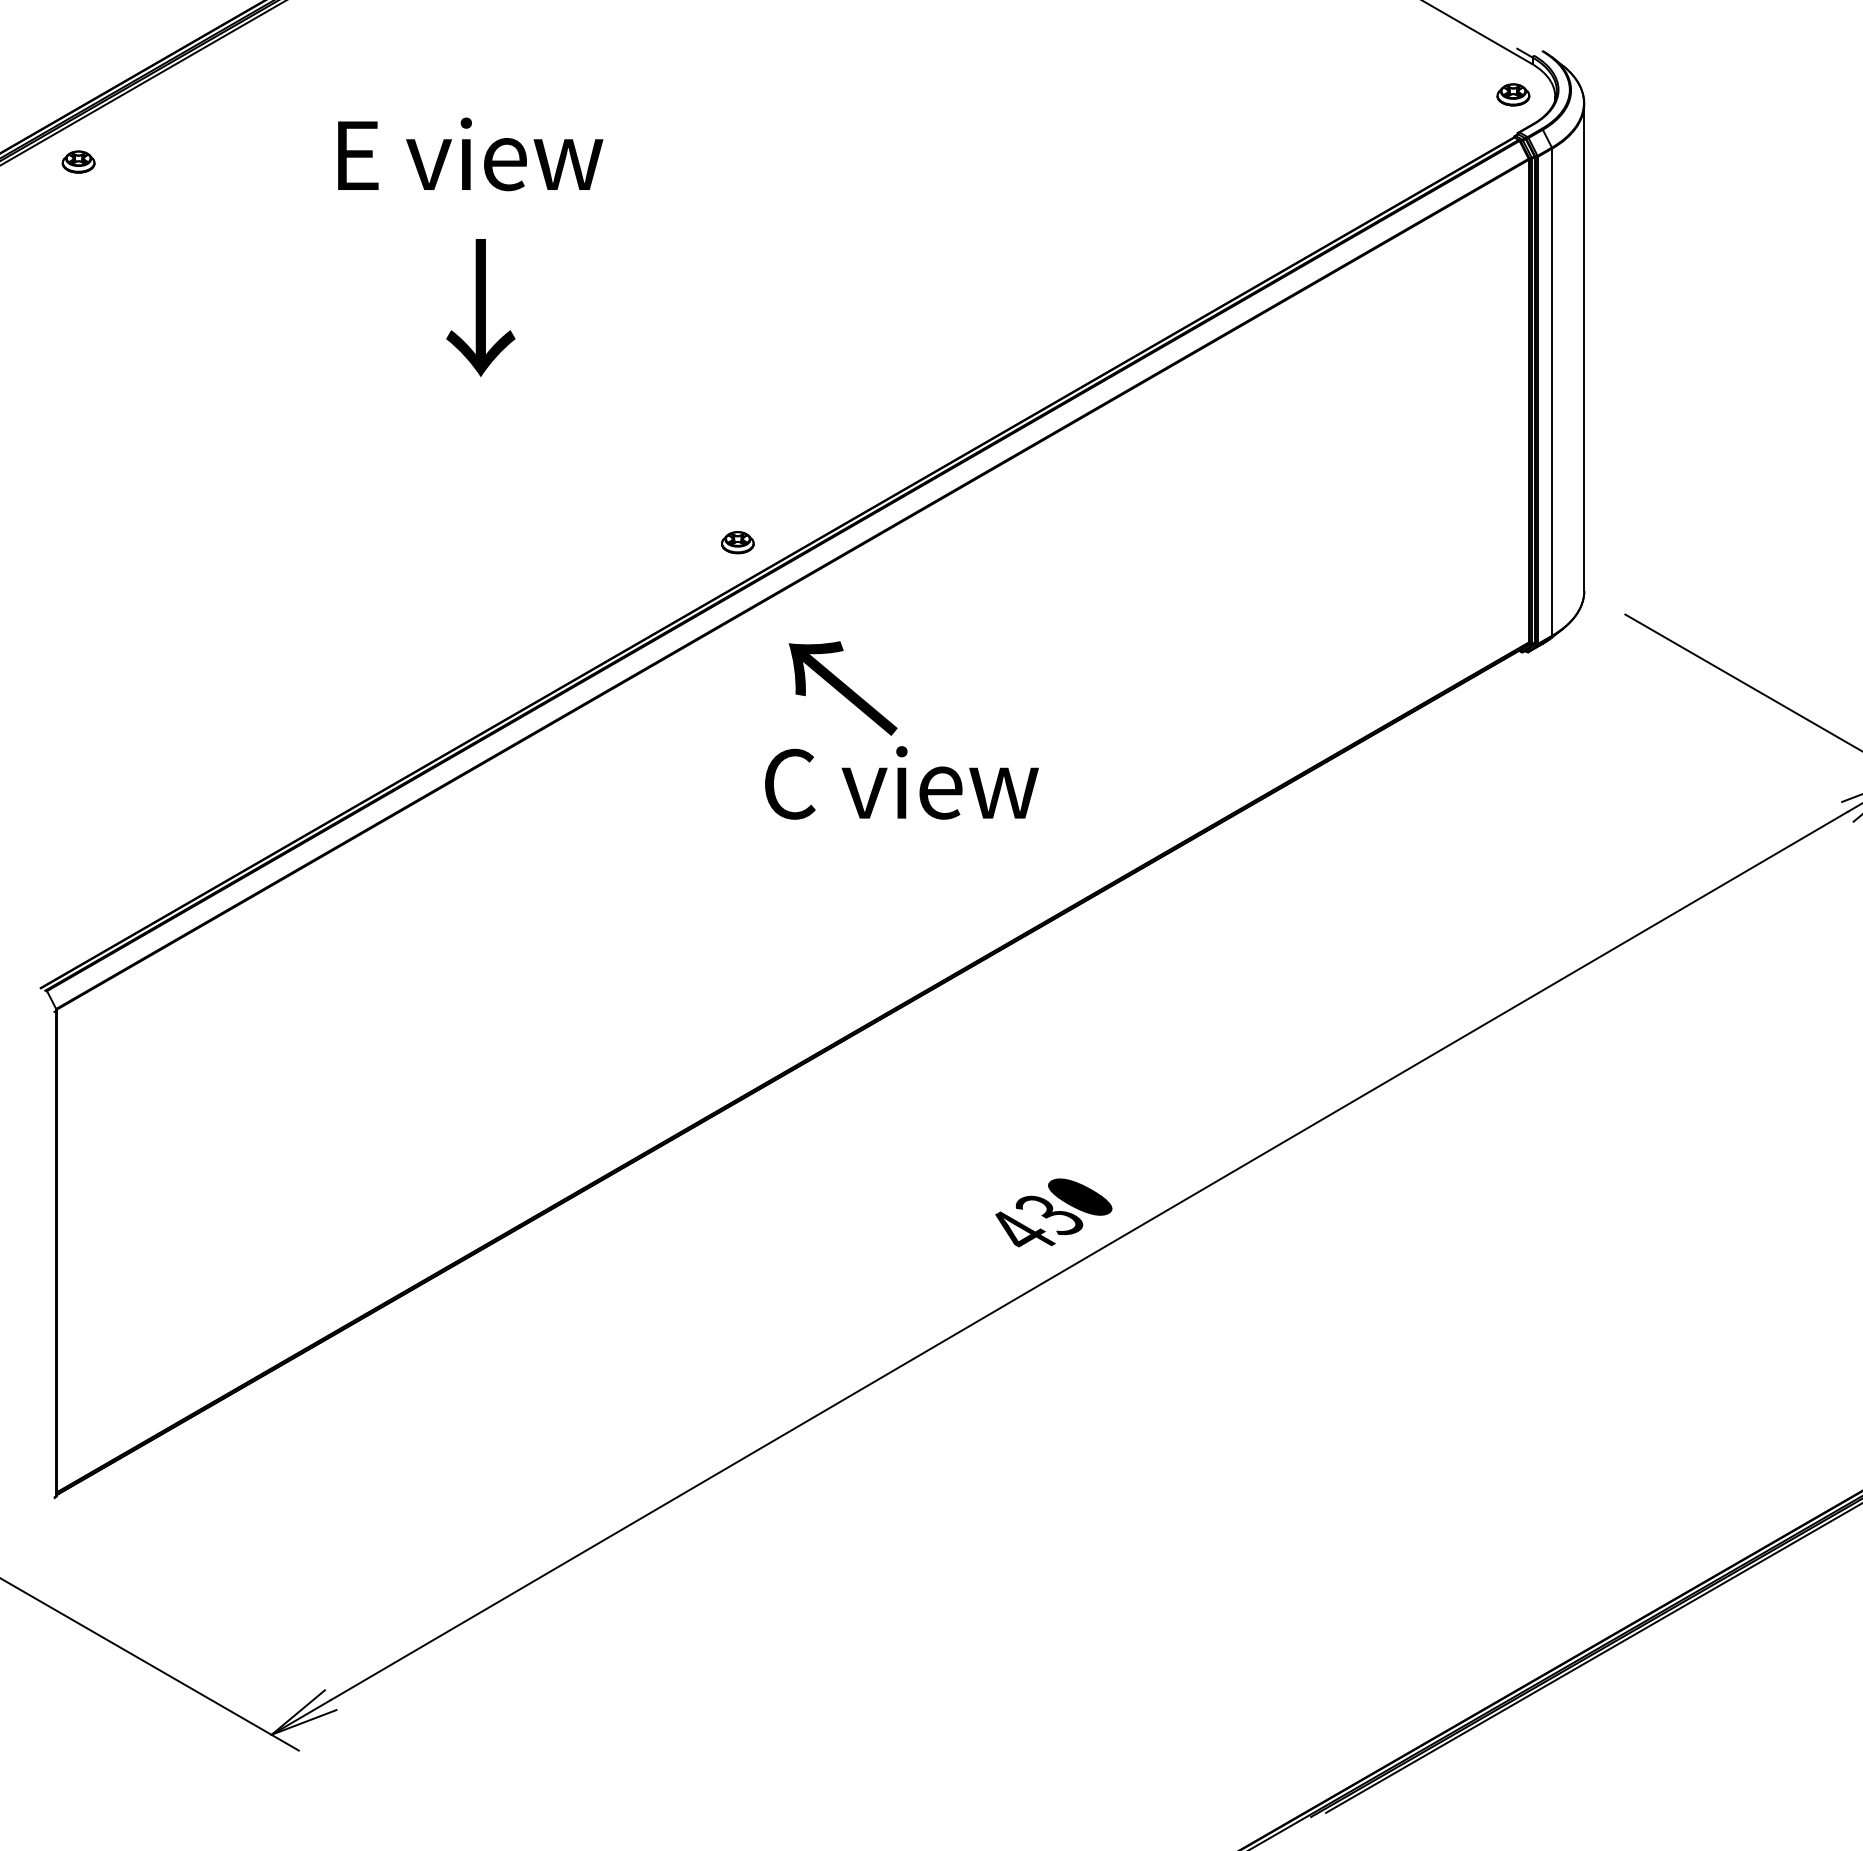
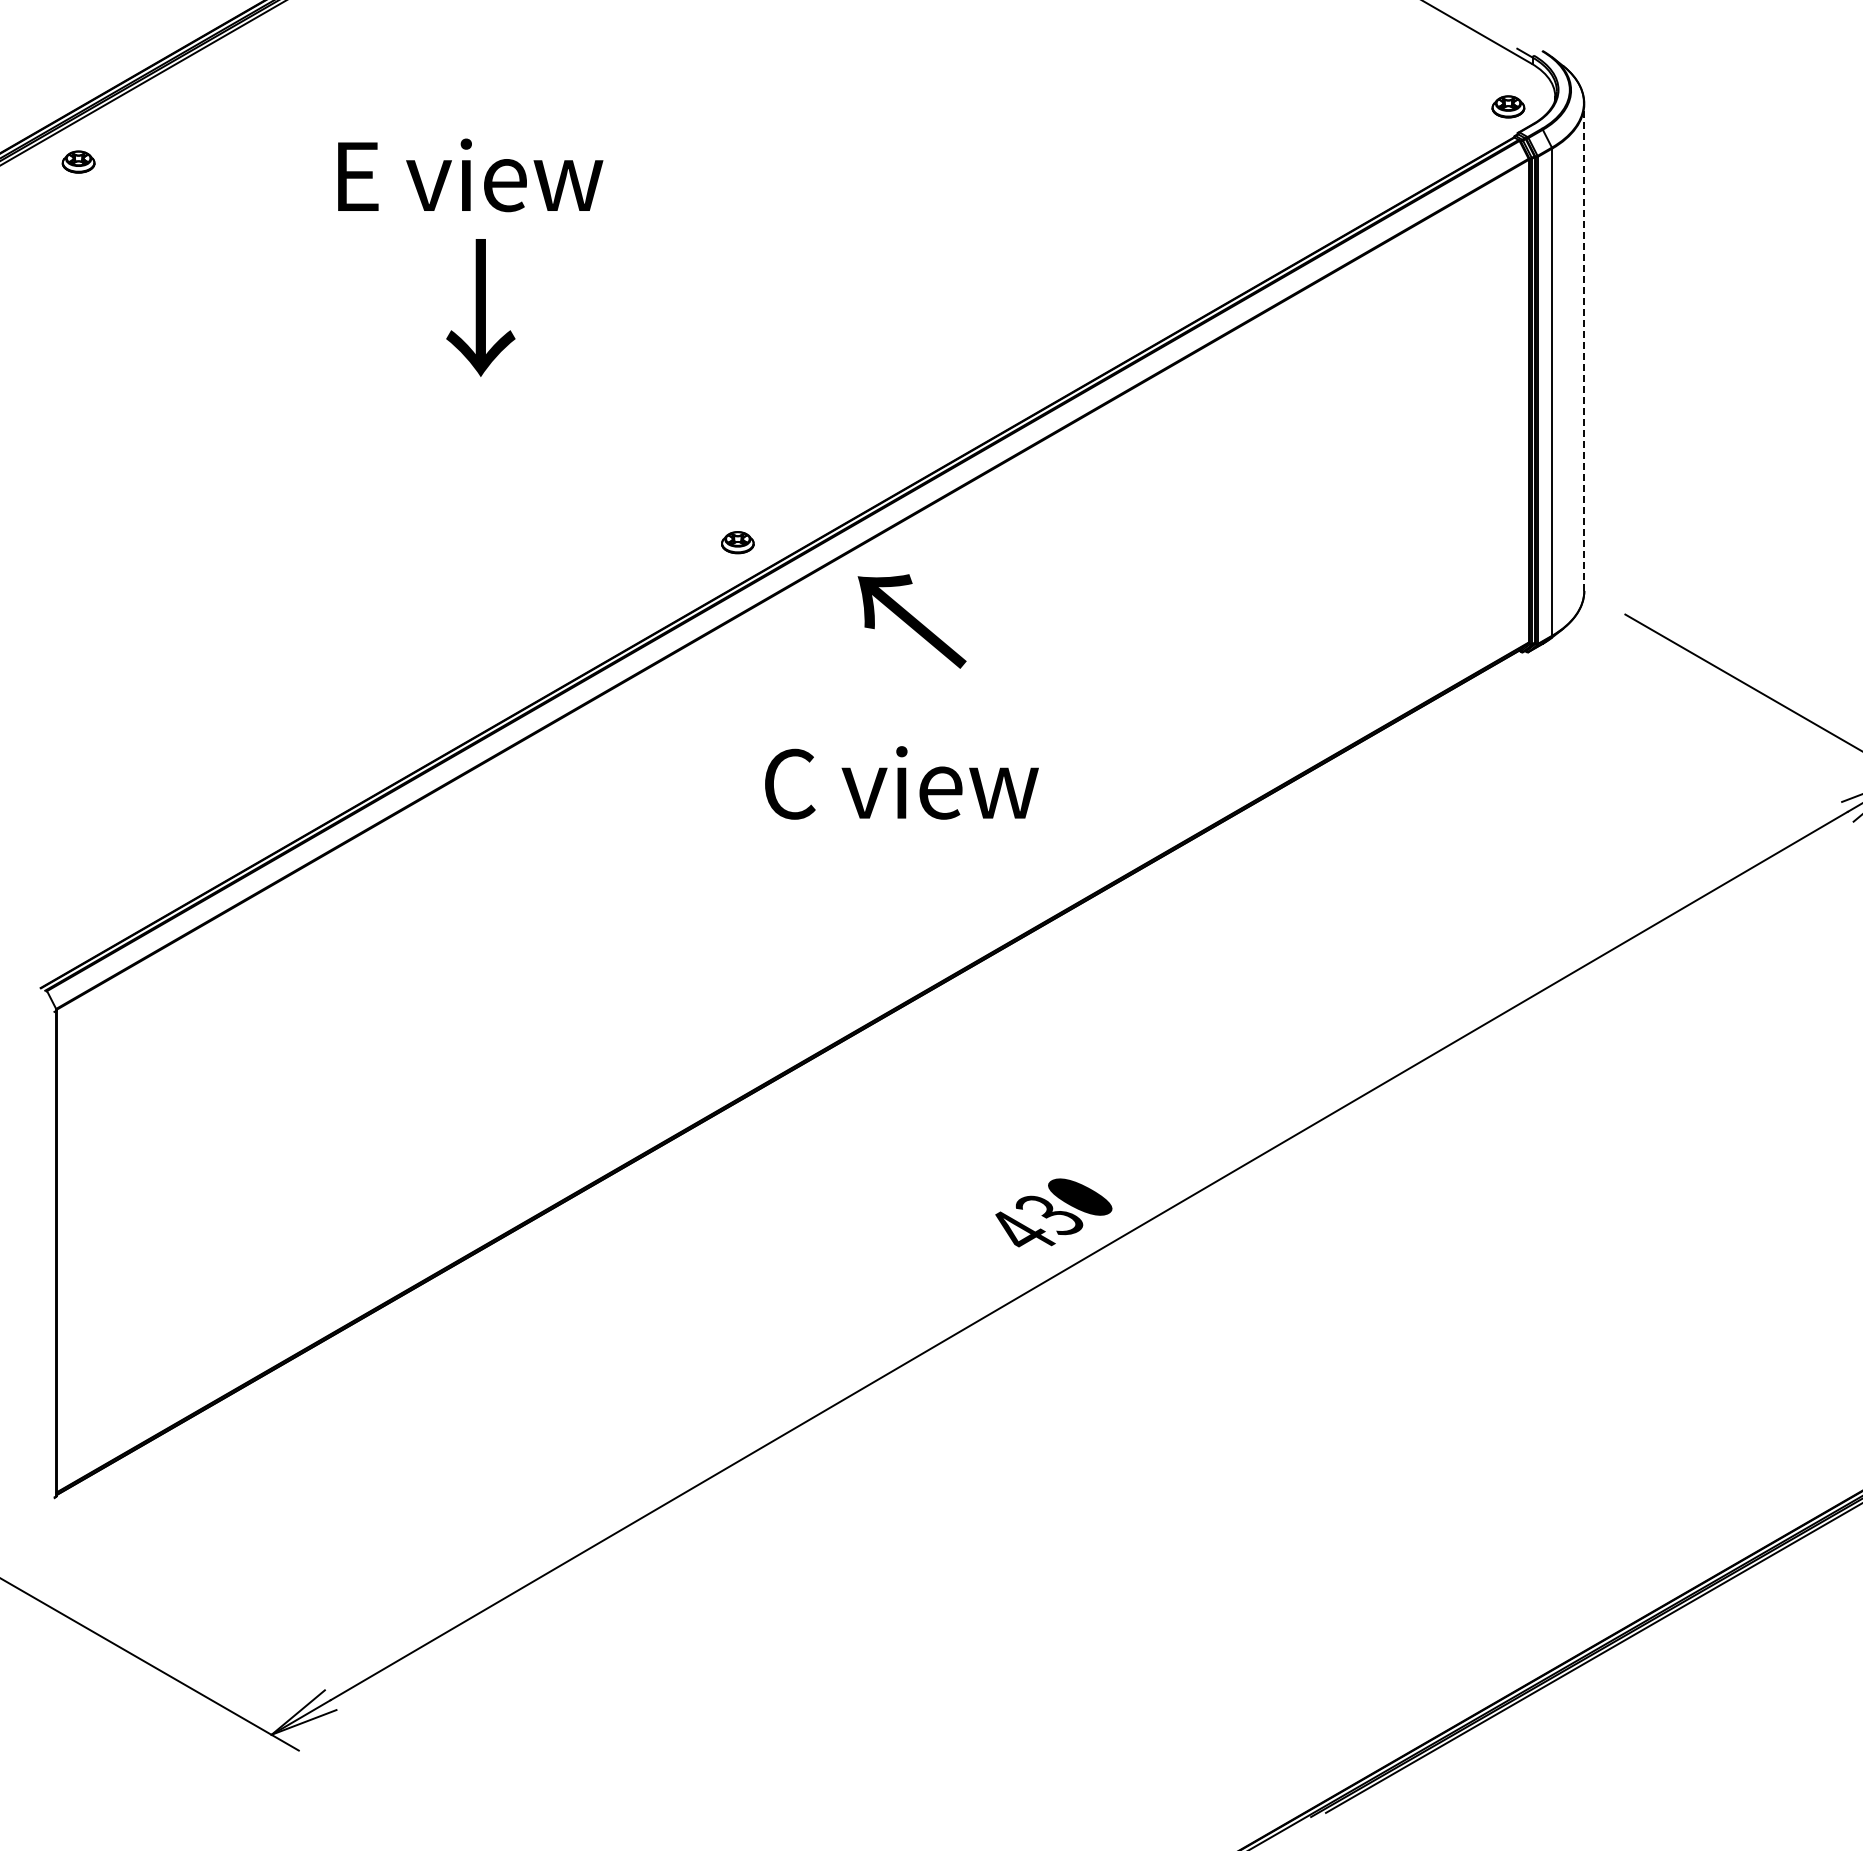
part at (1513, 94) position: (1513, 94) -> (1508, 106)
text at (470, 154) position: (470, 154) -> (470, 175)
line at (1584, 347): solid -> dashed
text at (842, 688) position: (842, 688) -> (911, 621)
